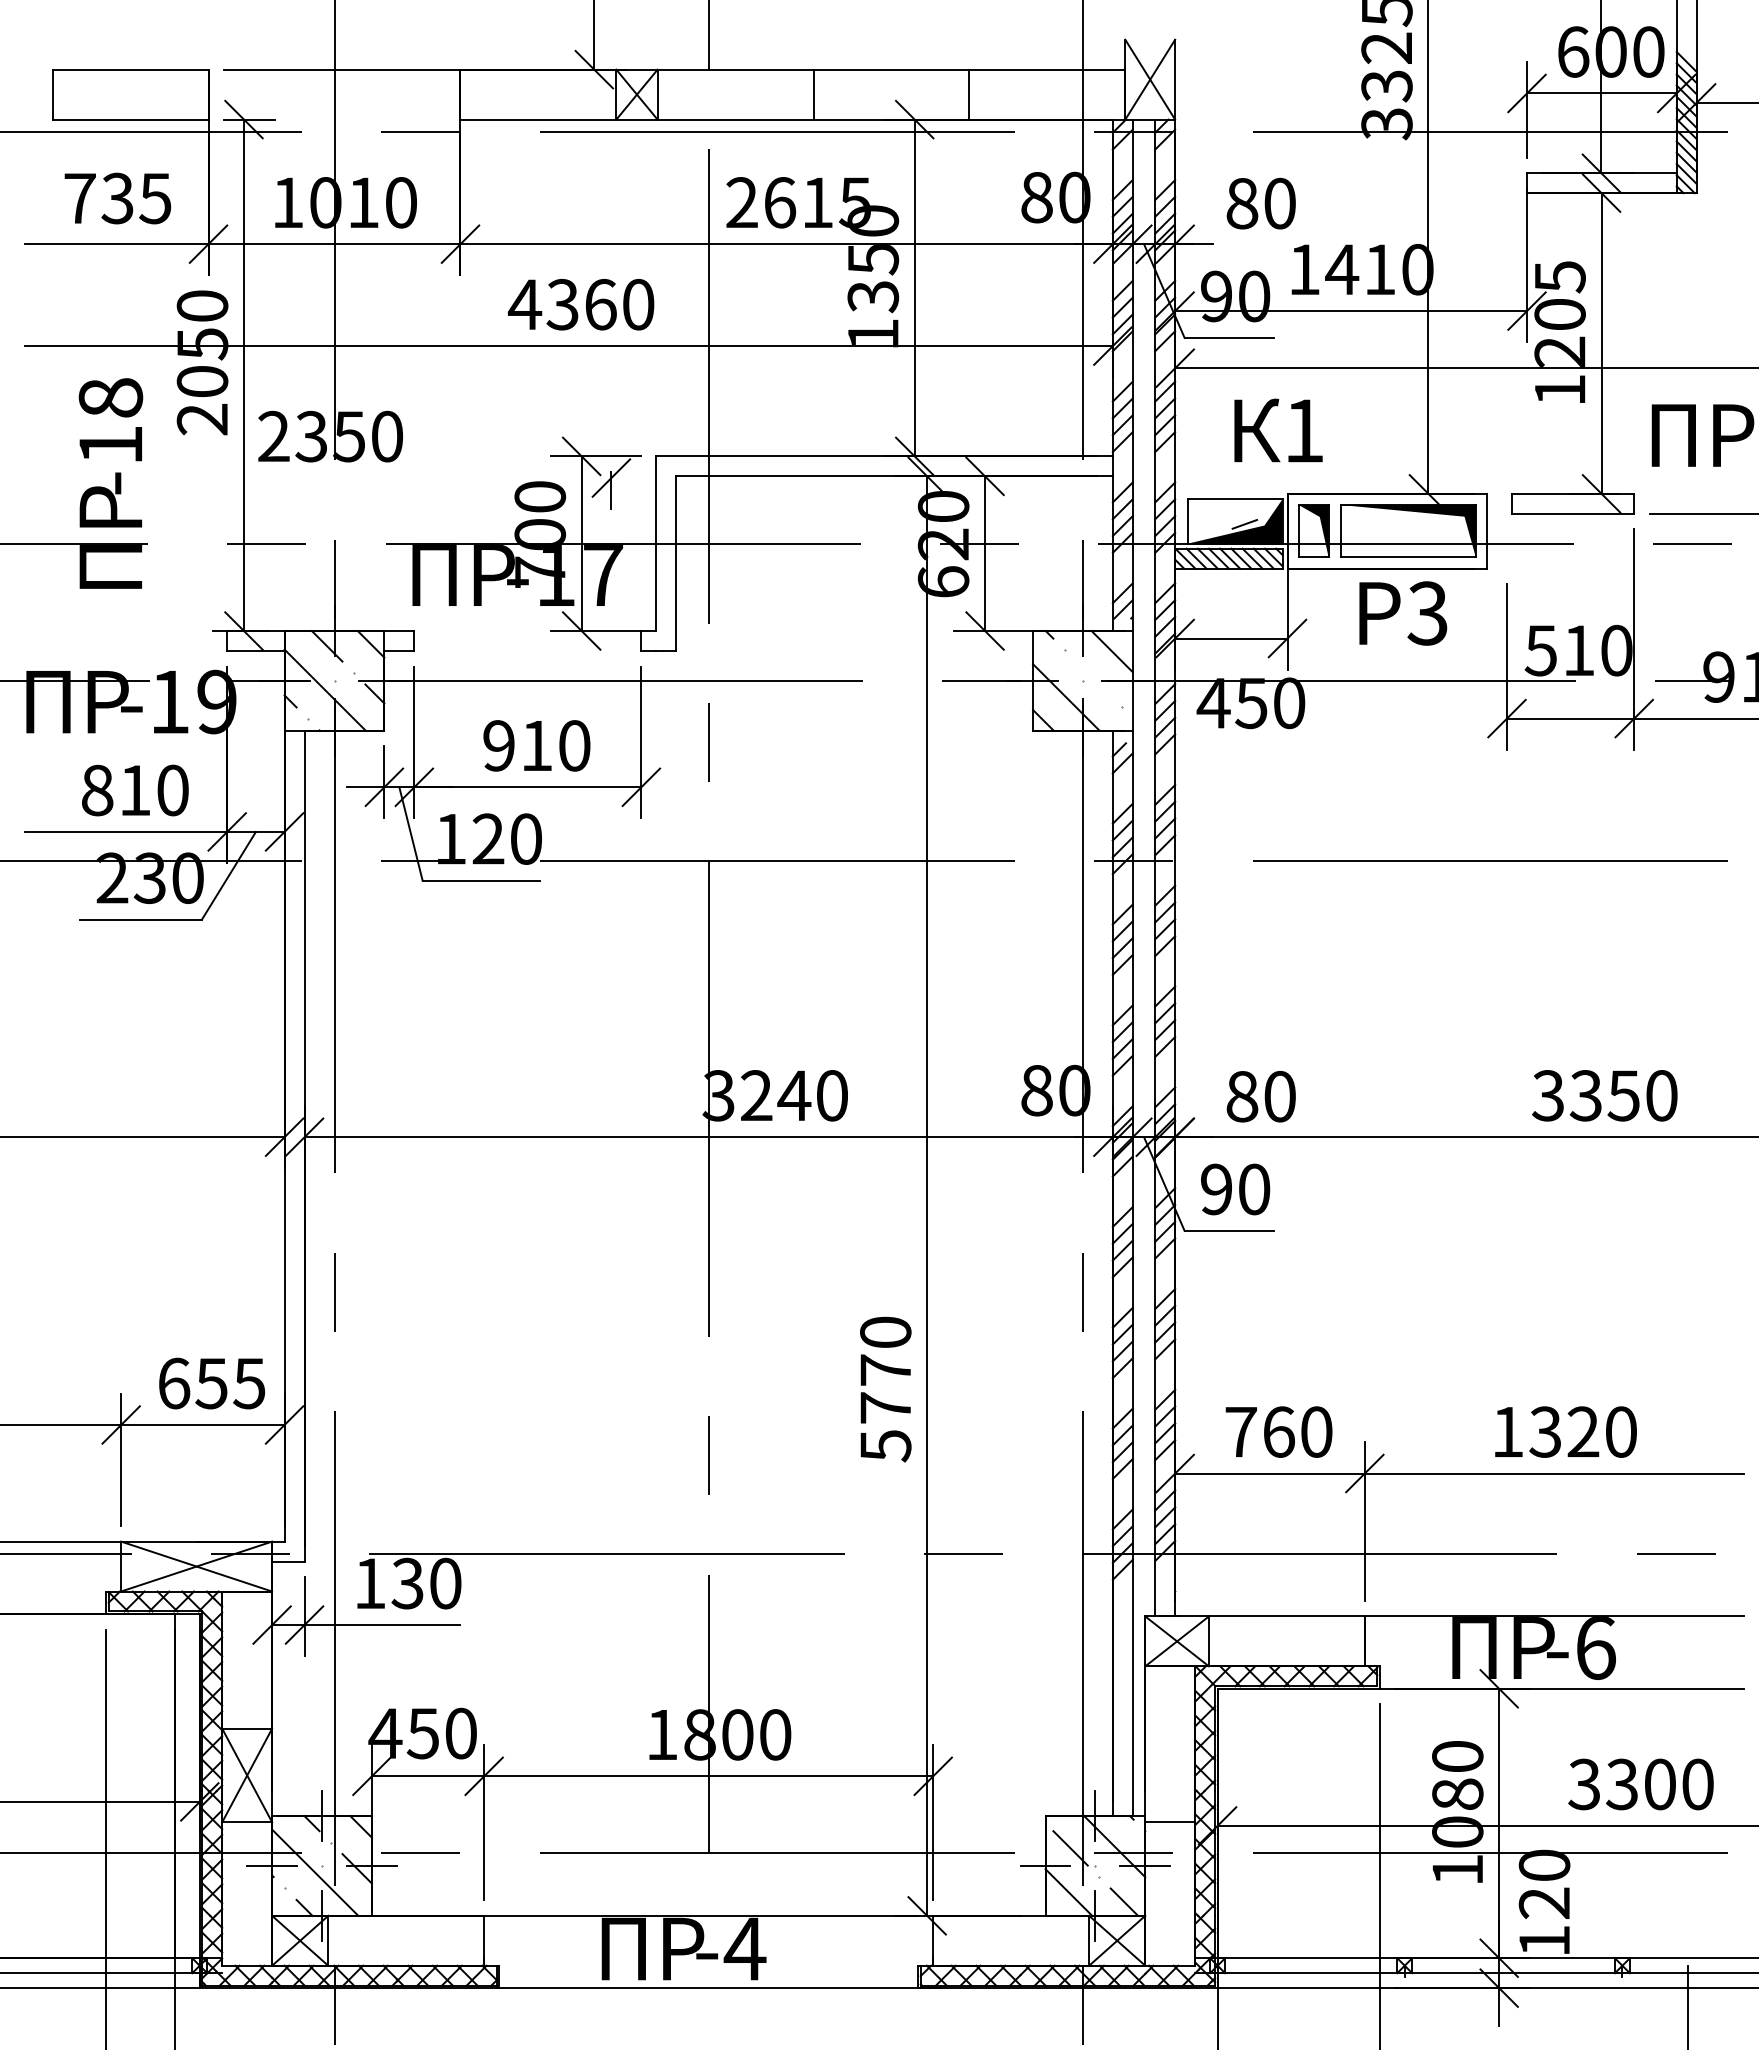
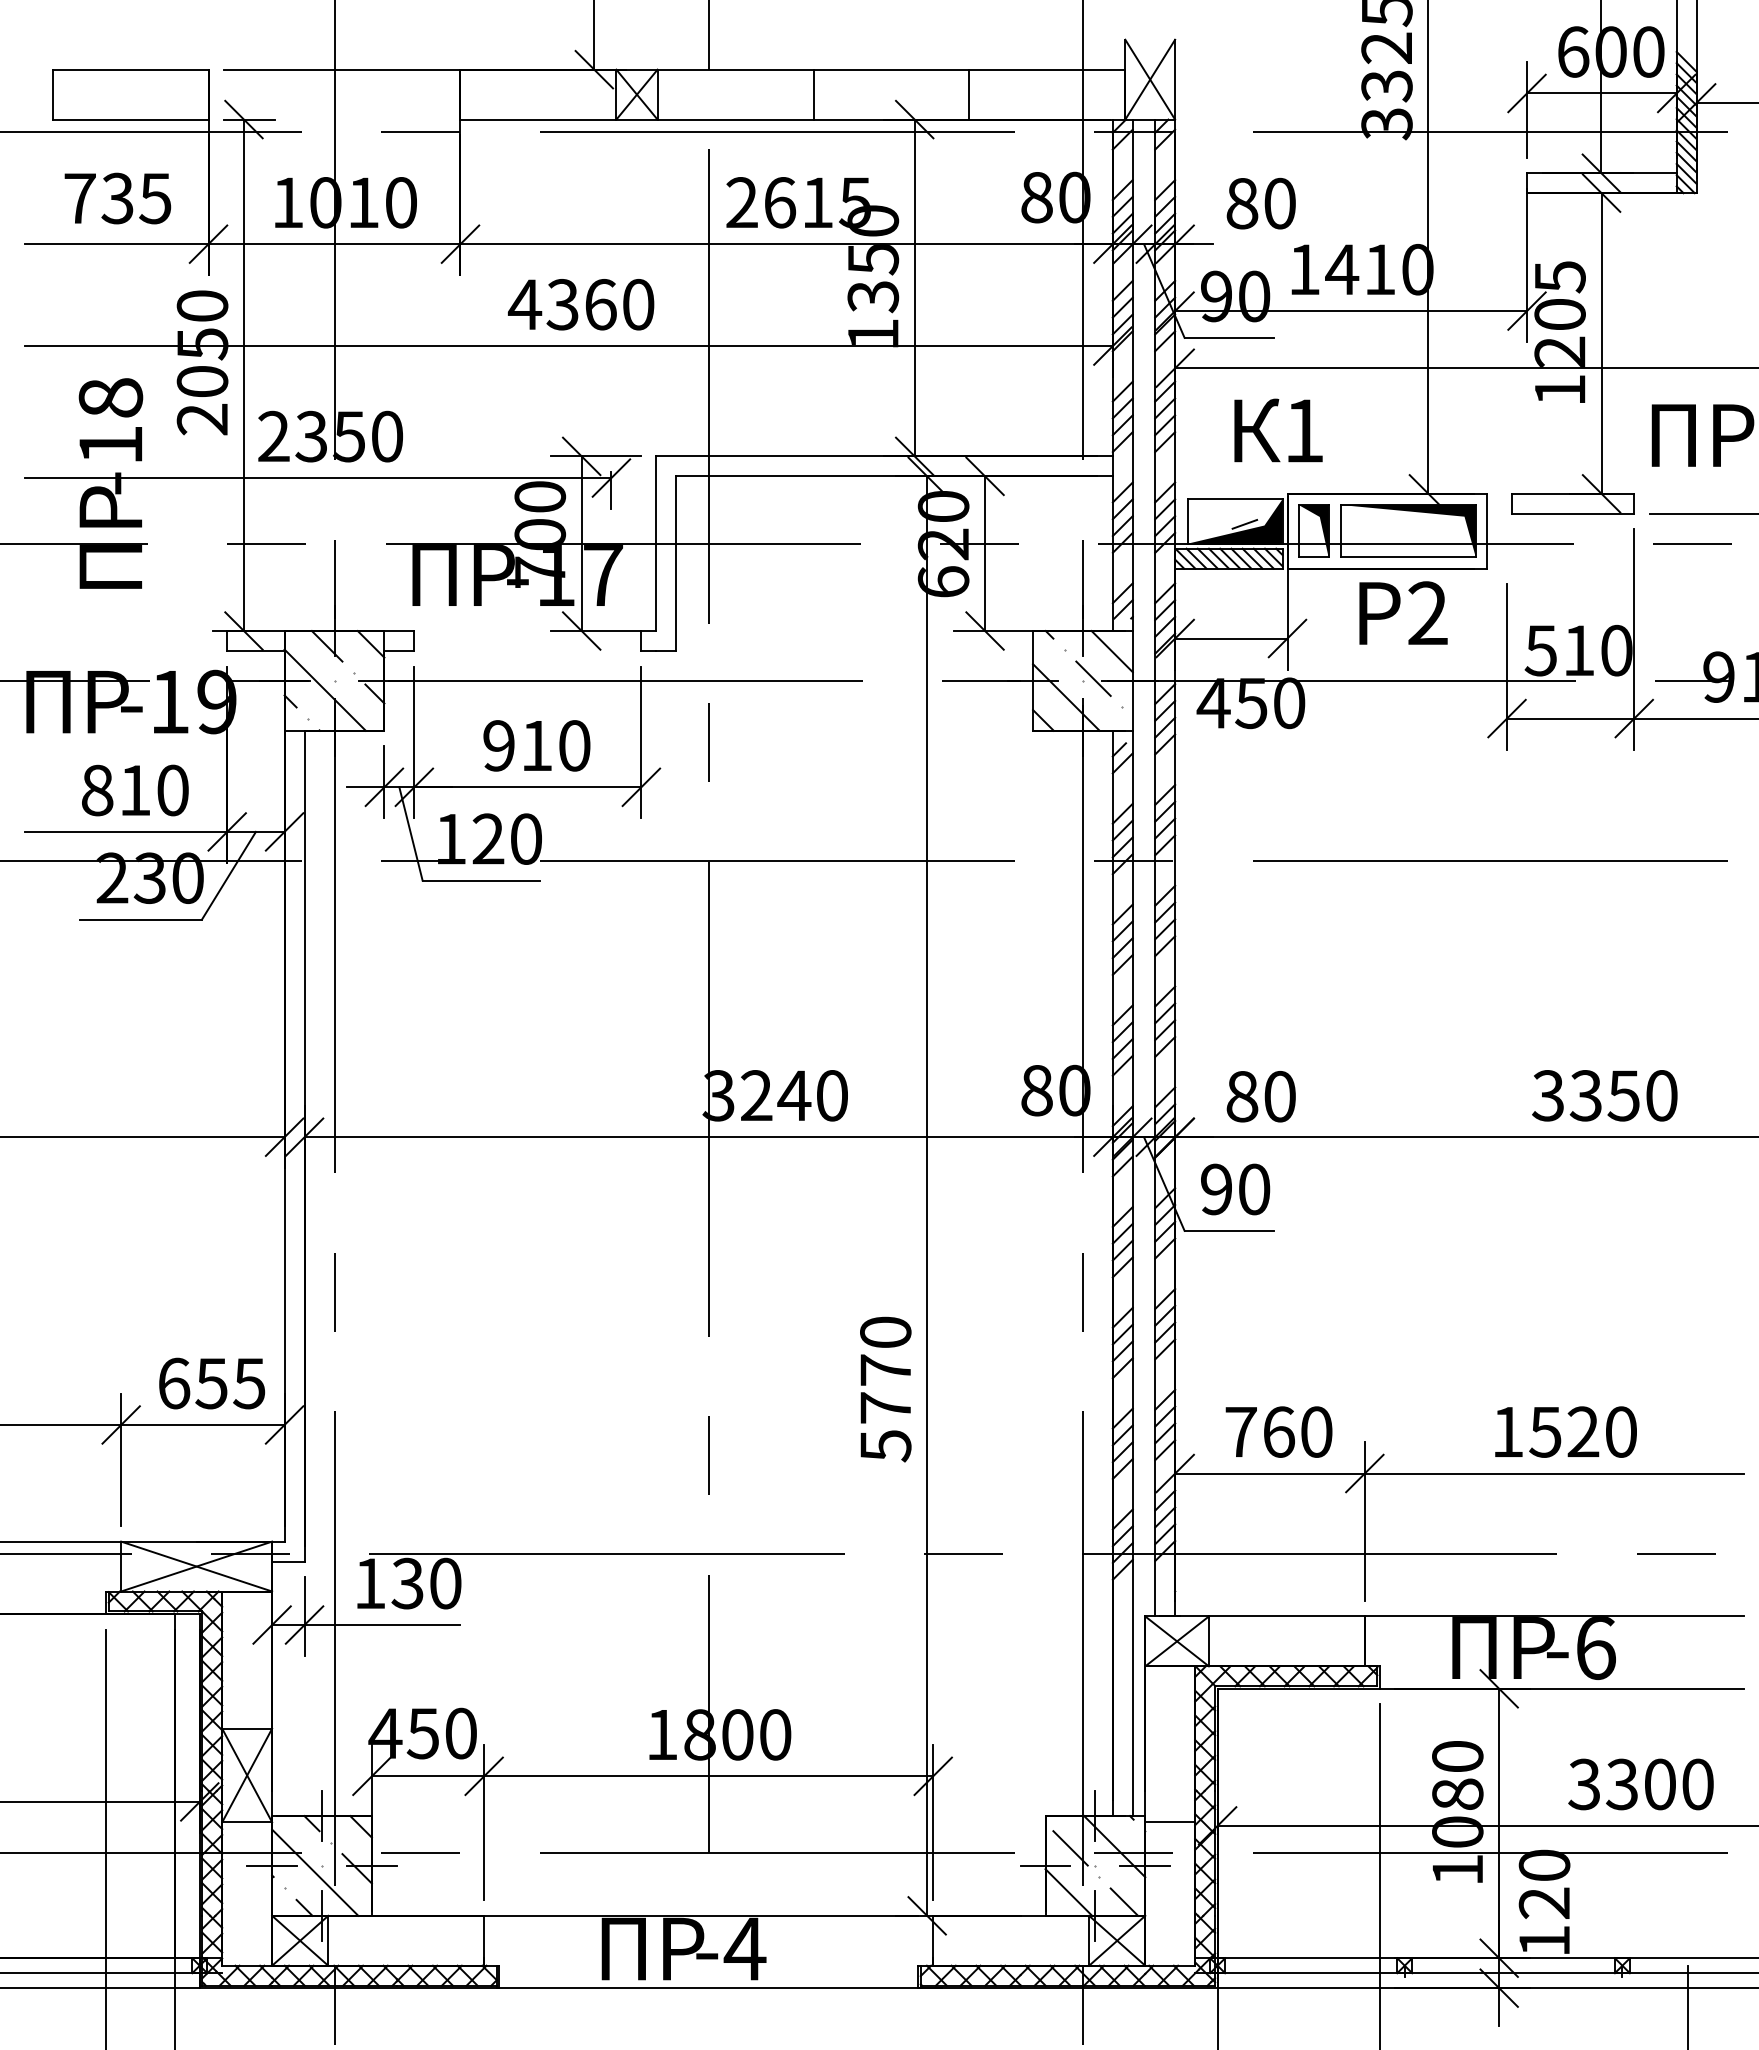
line at (318, 478): none -> present
text at (1427, 613): 3 -> 2
line at (1093, 678): none -> present
text at (1545, 1431): 1320 -> 1520
